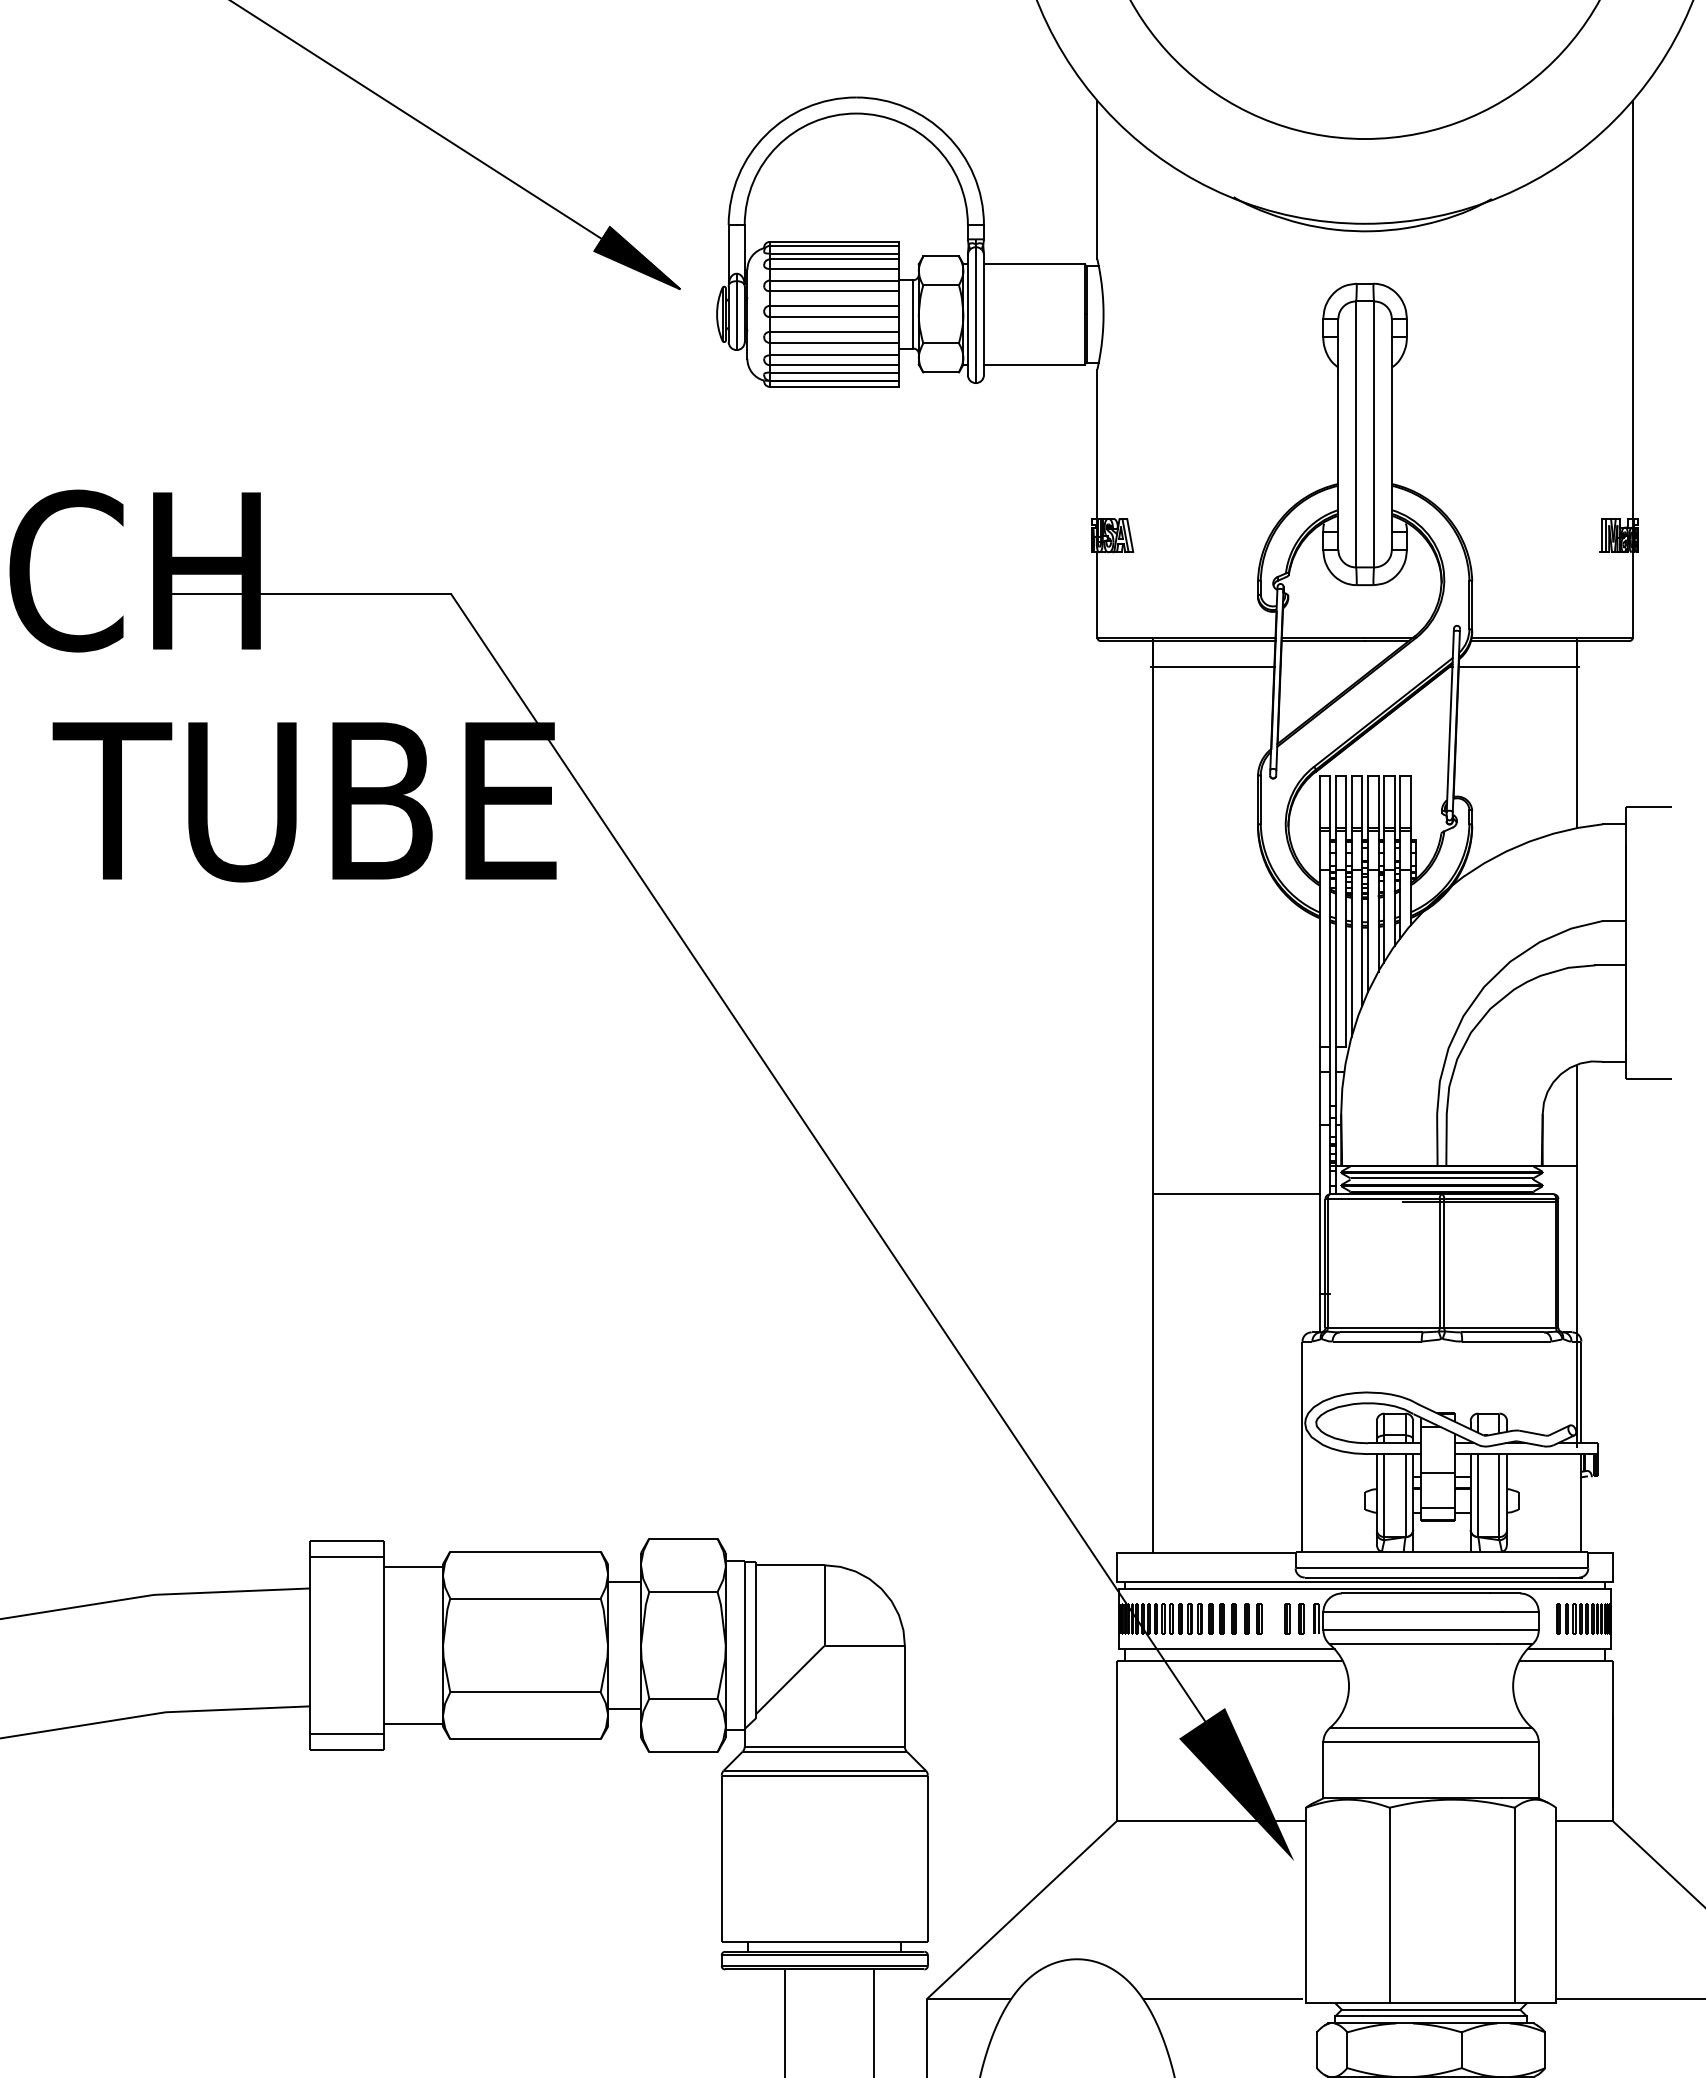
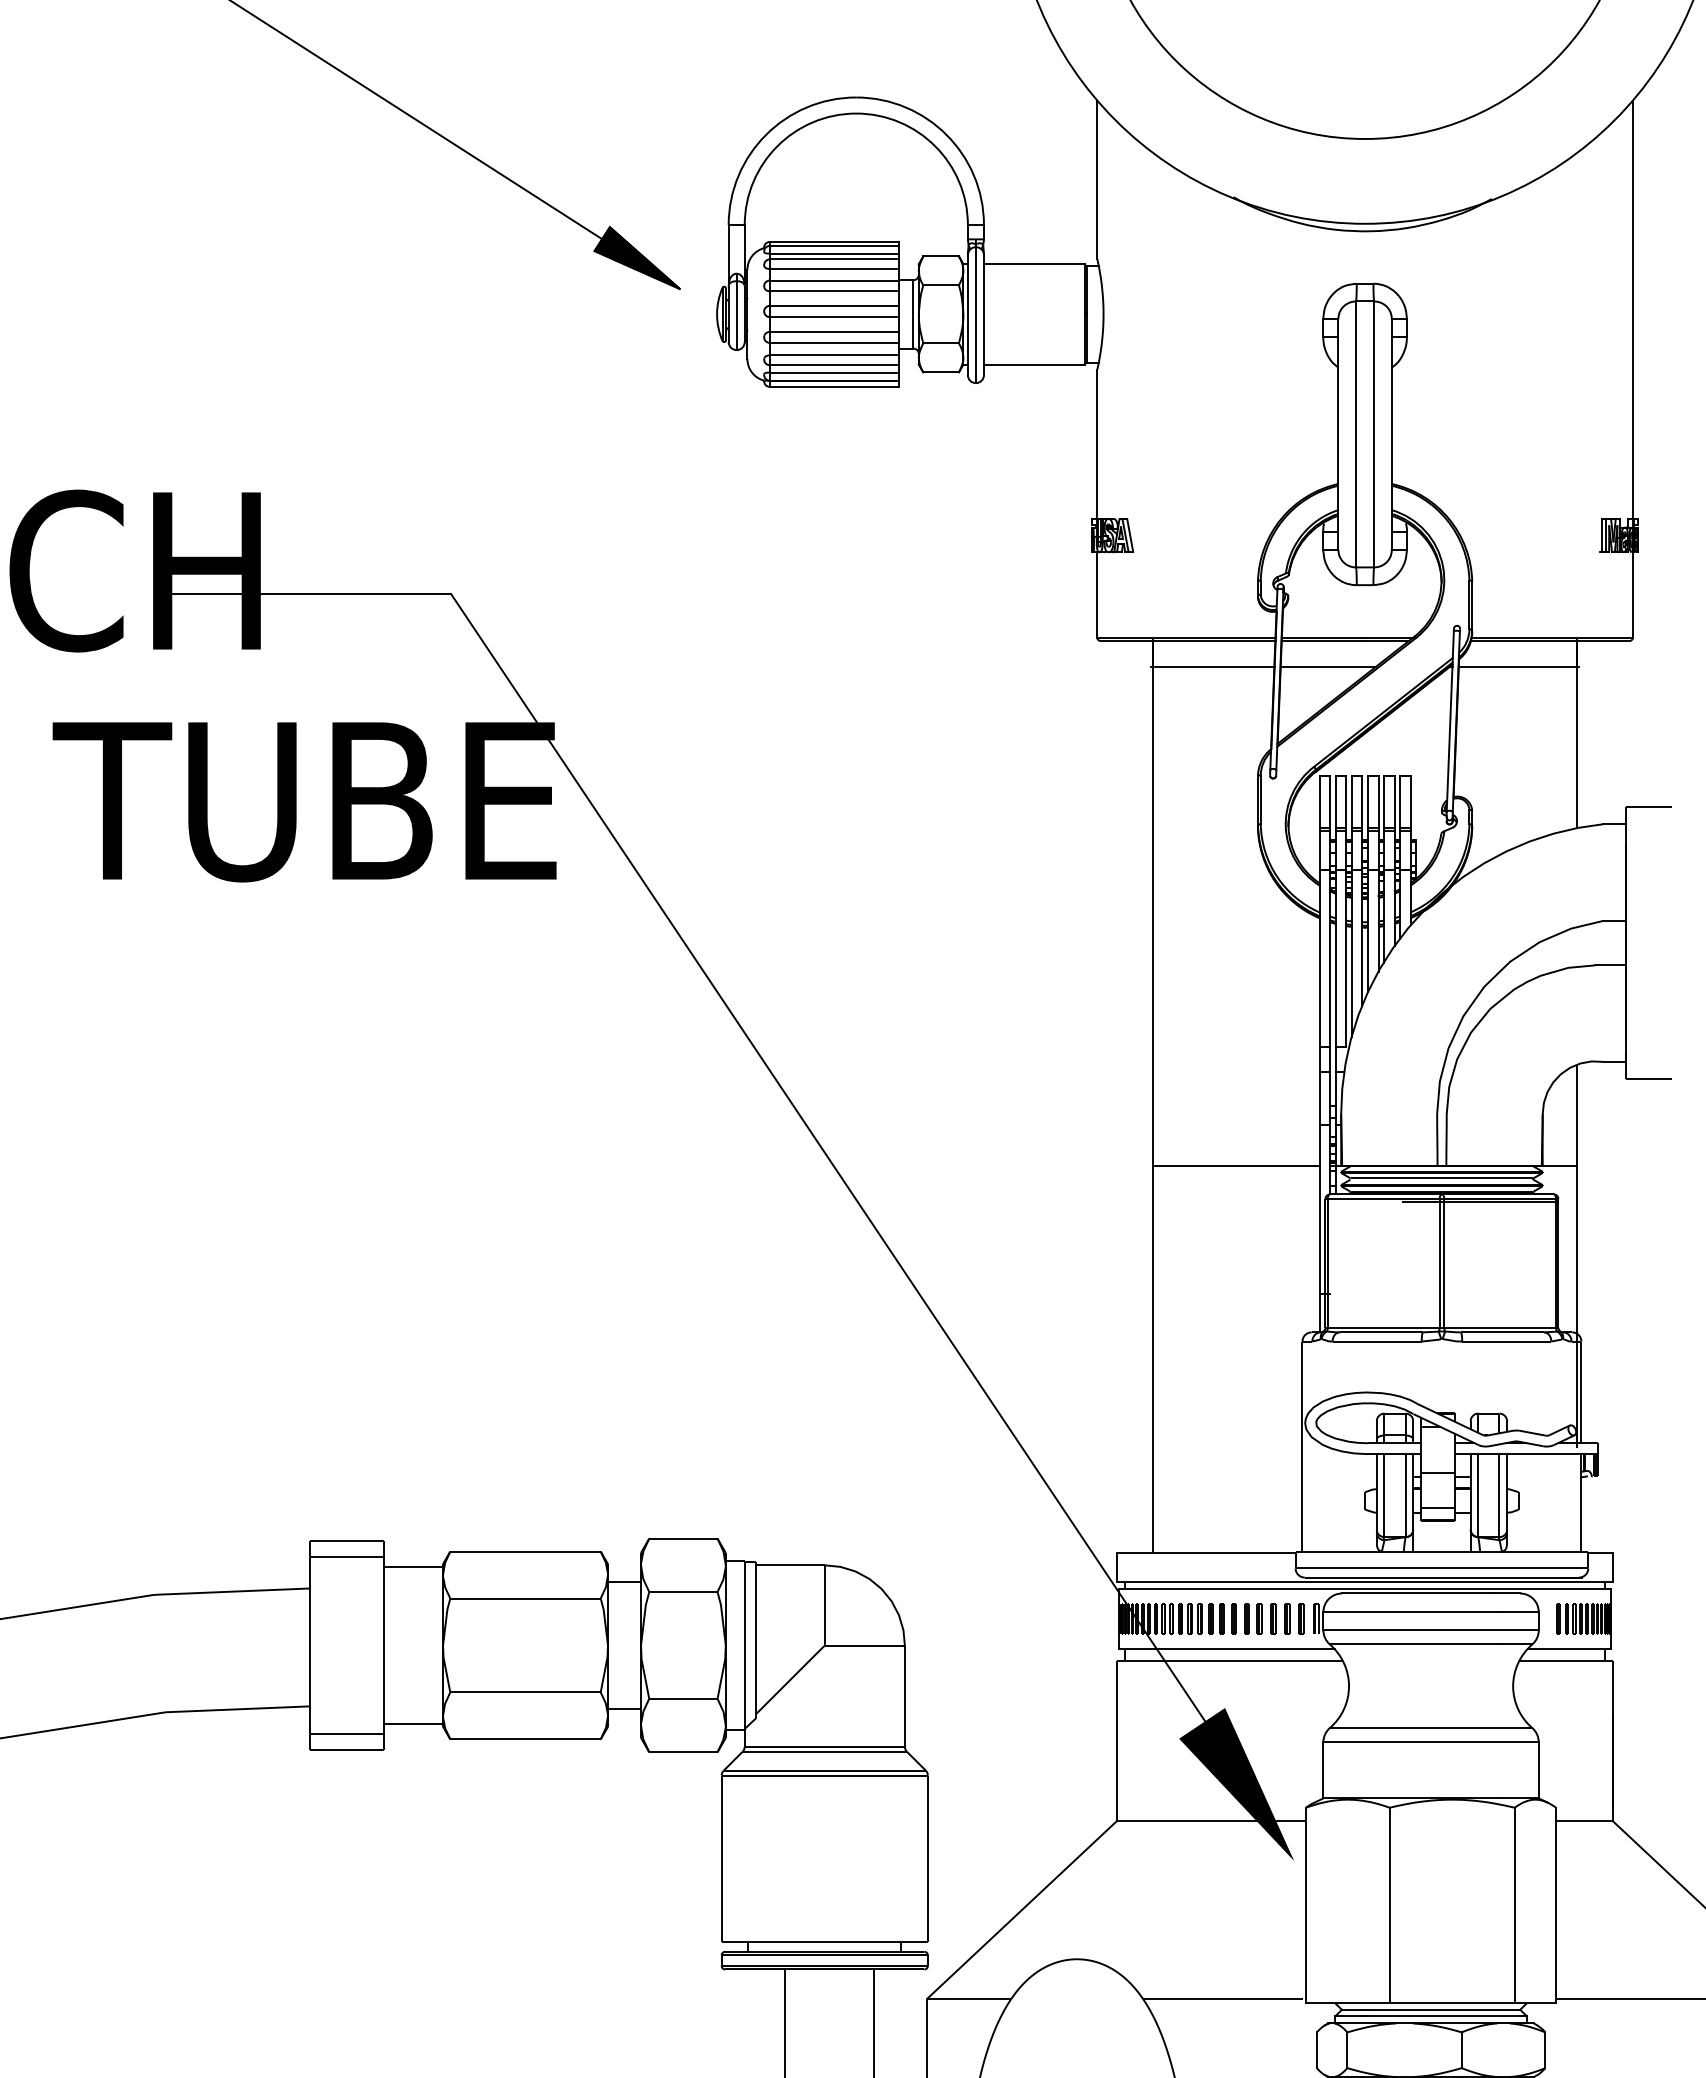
line at (1328, 666): none -> present
line at (1236, 1194) position: (1236, 1194) -> (1236, 1166)
part at (1273, 1618): none -> present
